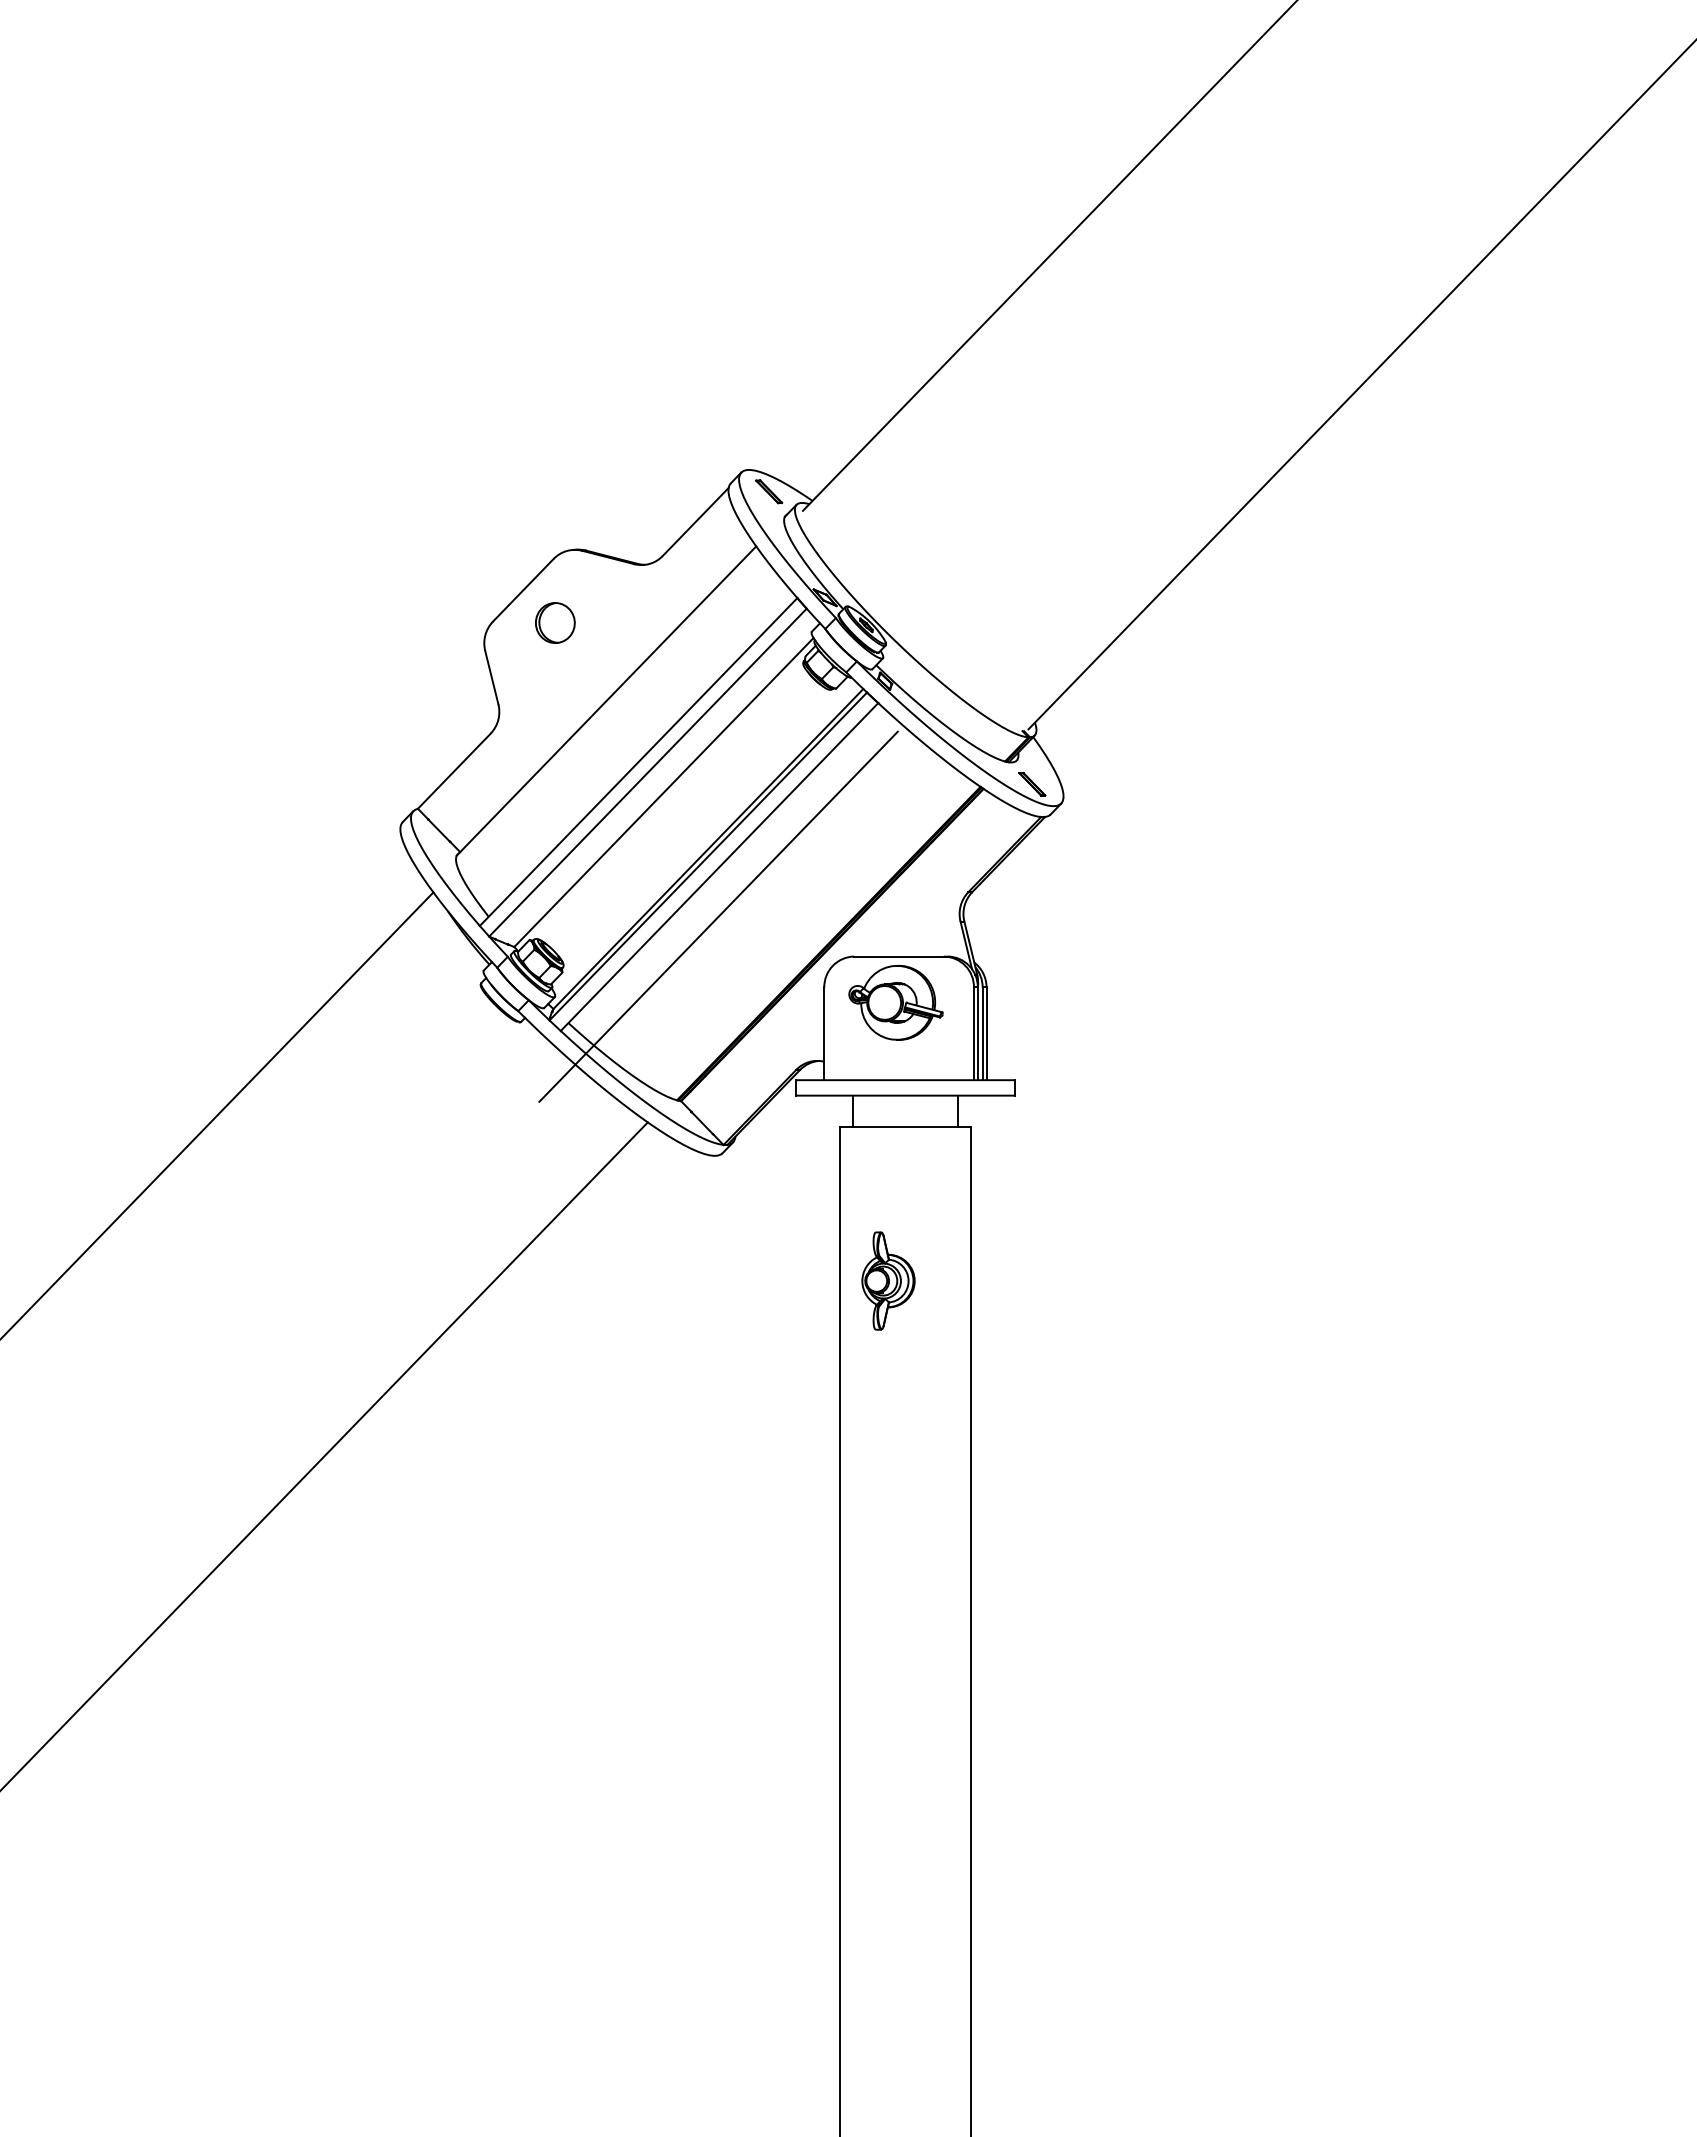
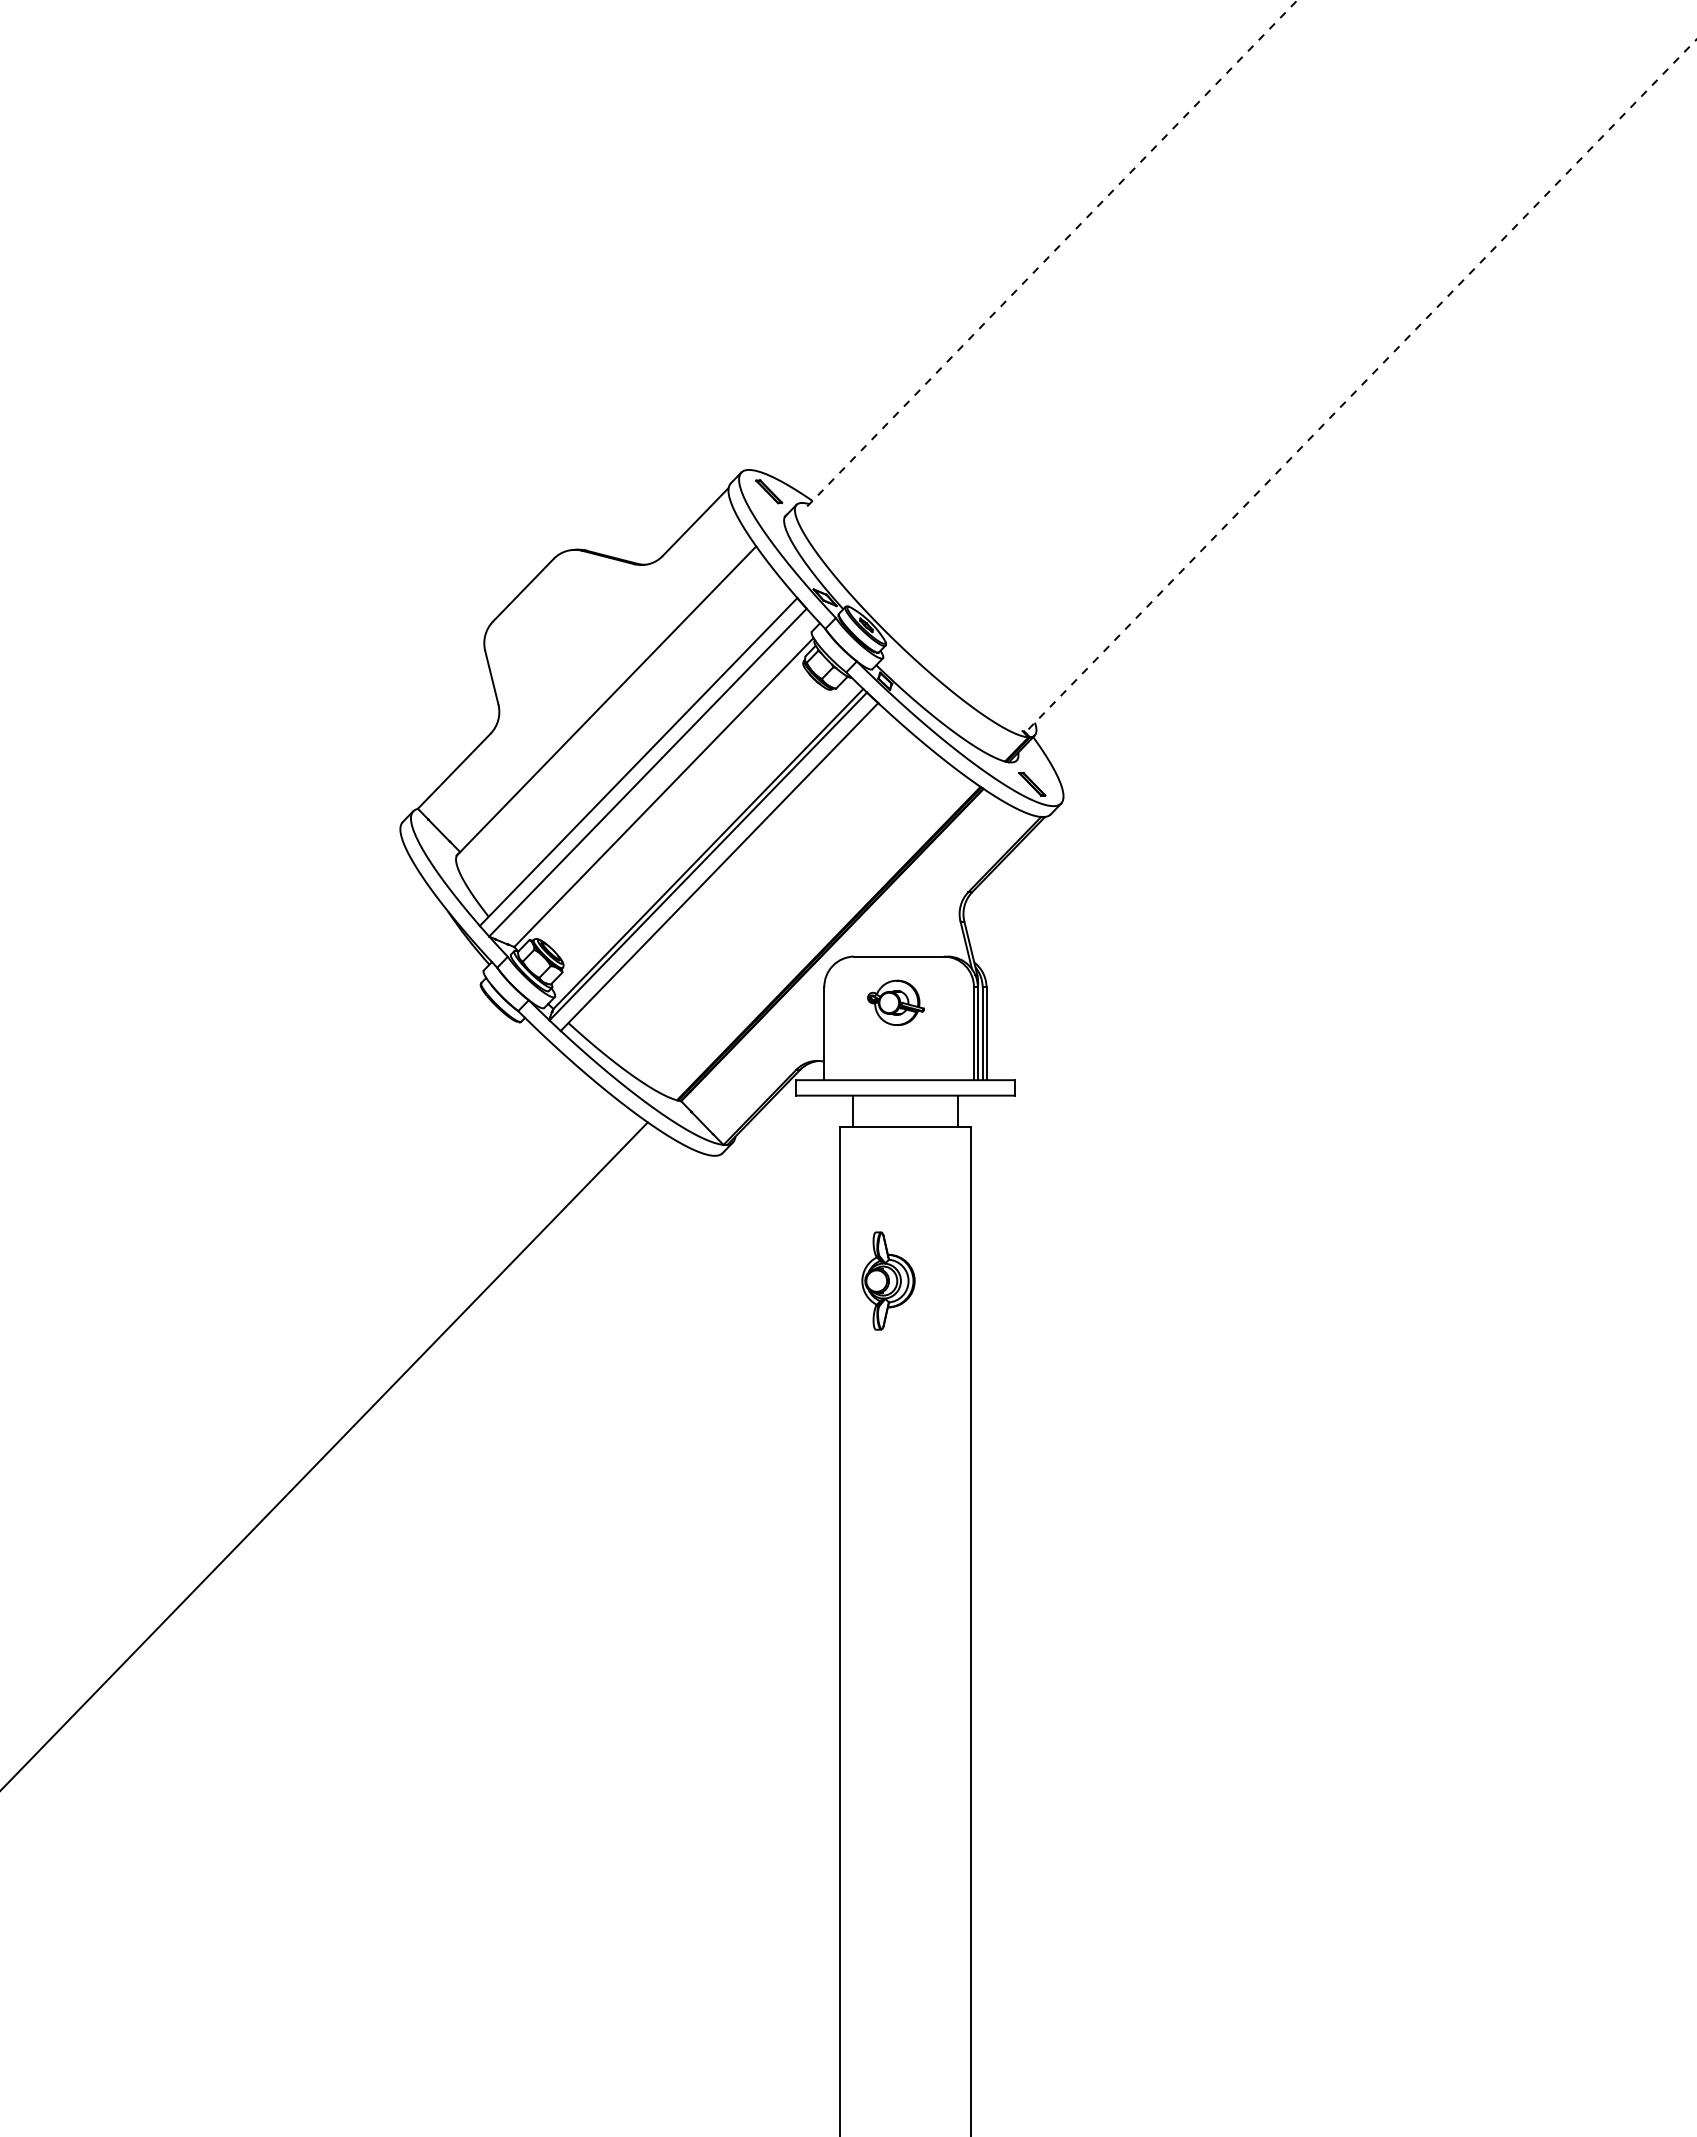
line at (1049, 255): solid -> dashed
line at (1363, 383): solid -> dashed
part at (555, 622): present -> none
line at (718, 916): present -> none
part at (895, 1002) size: 96x76 px -> 58x48 px
line at (217, 1114): present -> none
